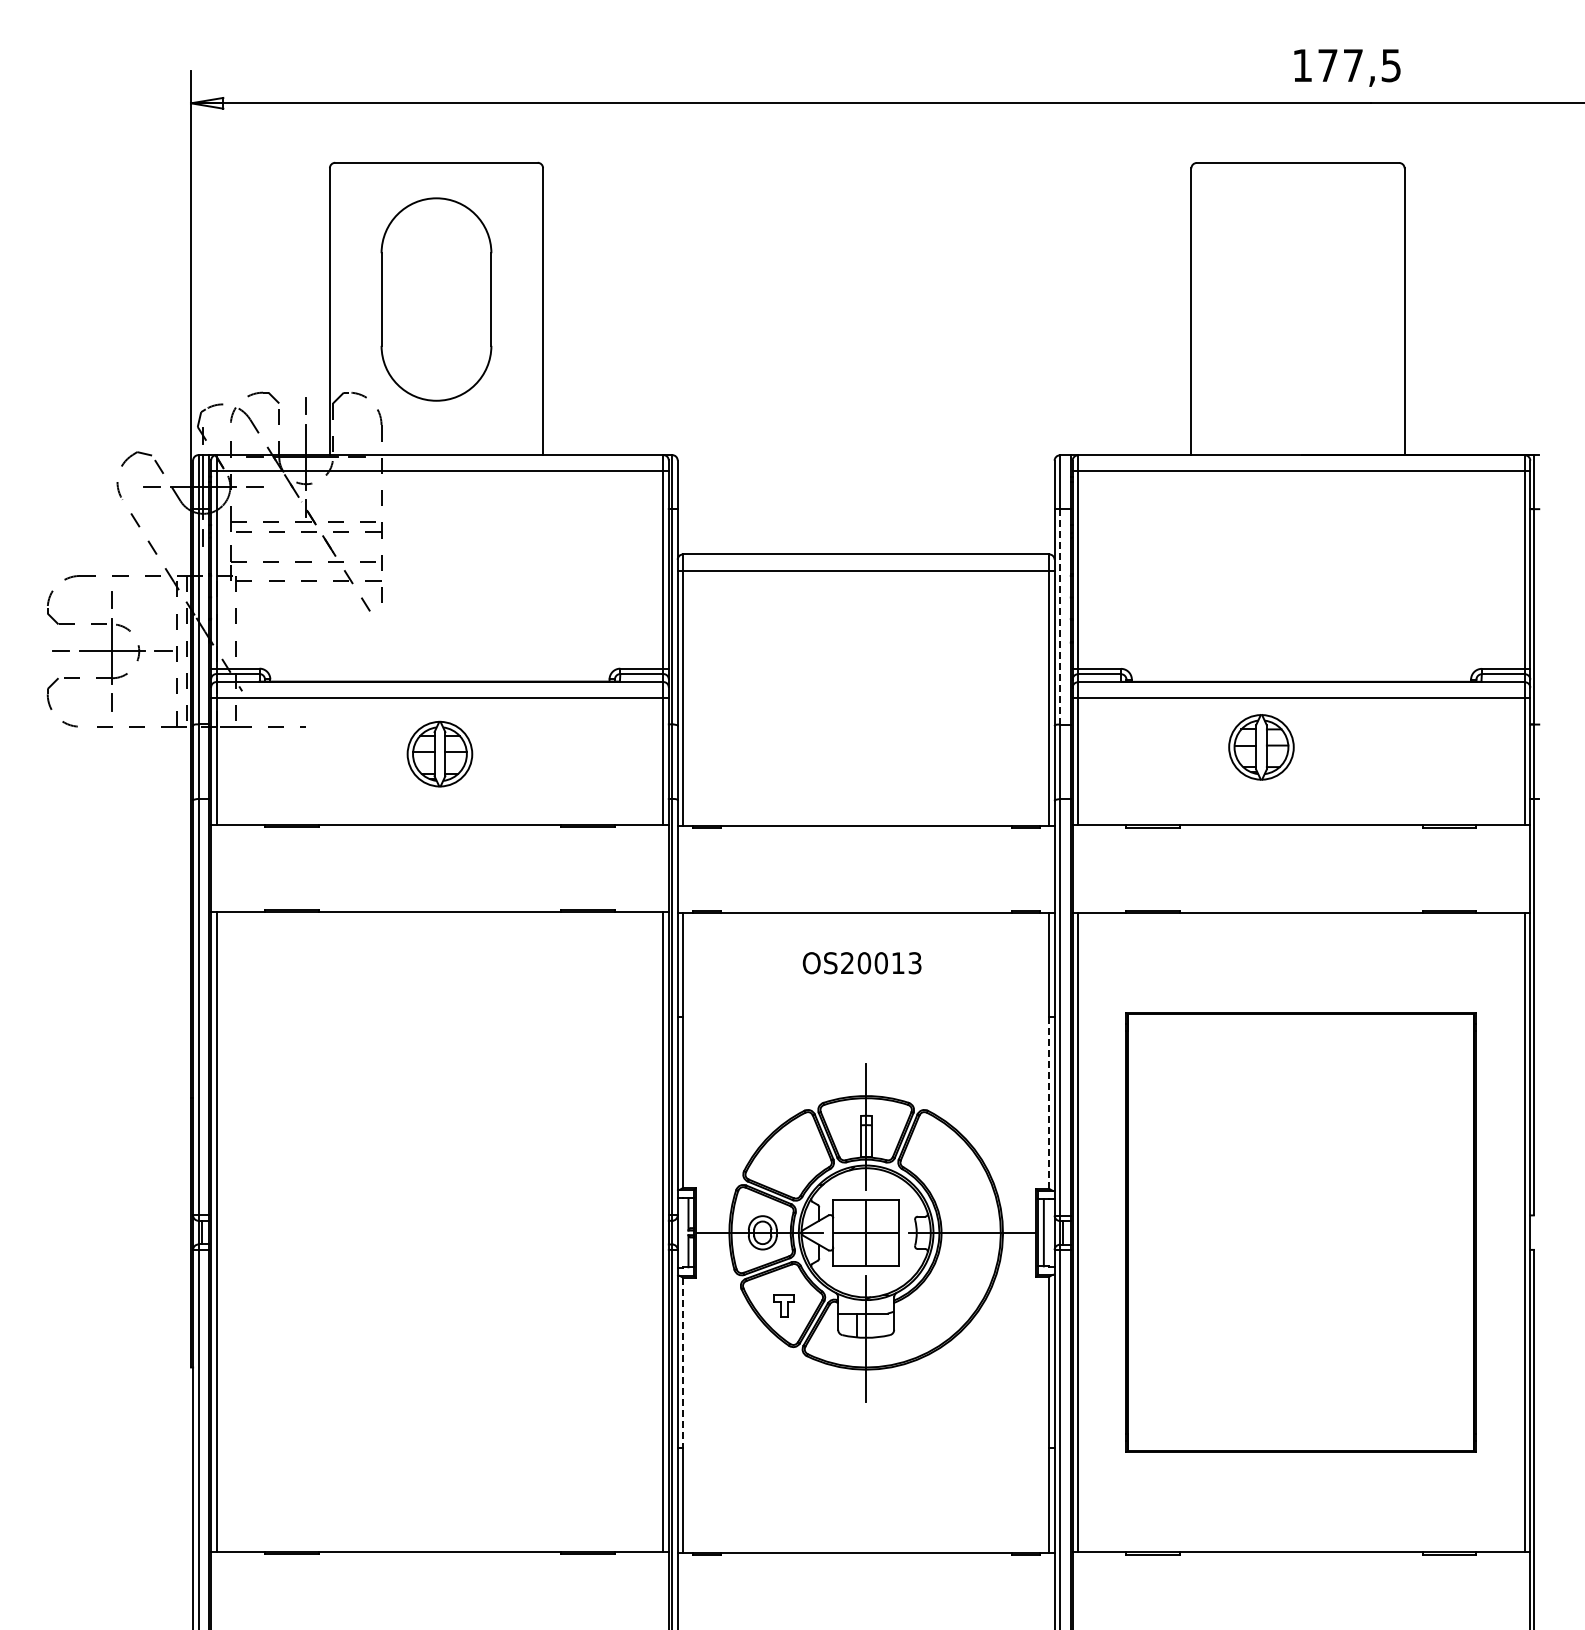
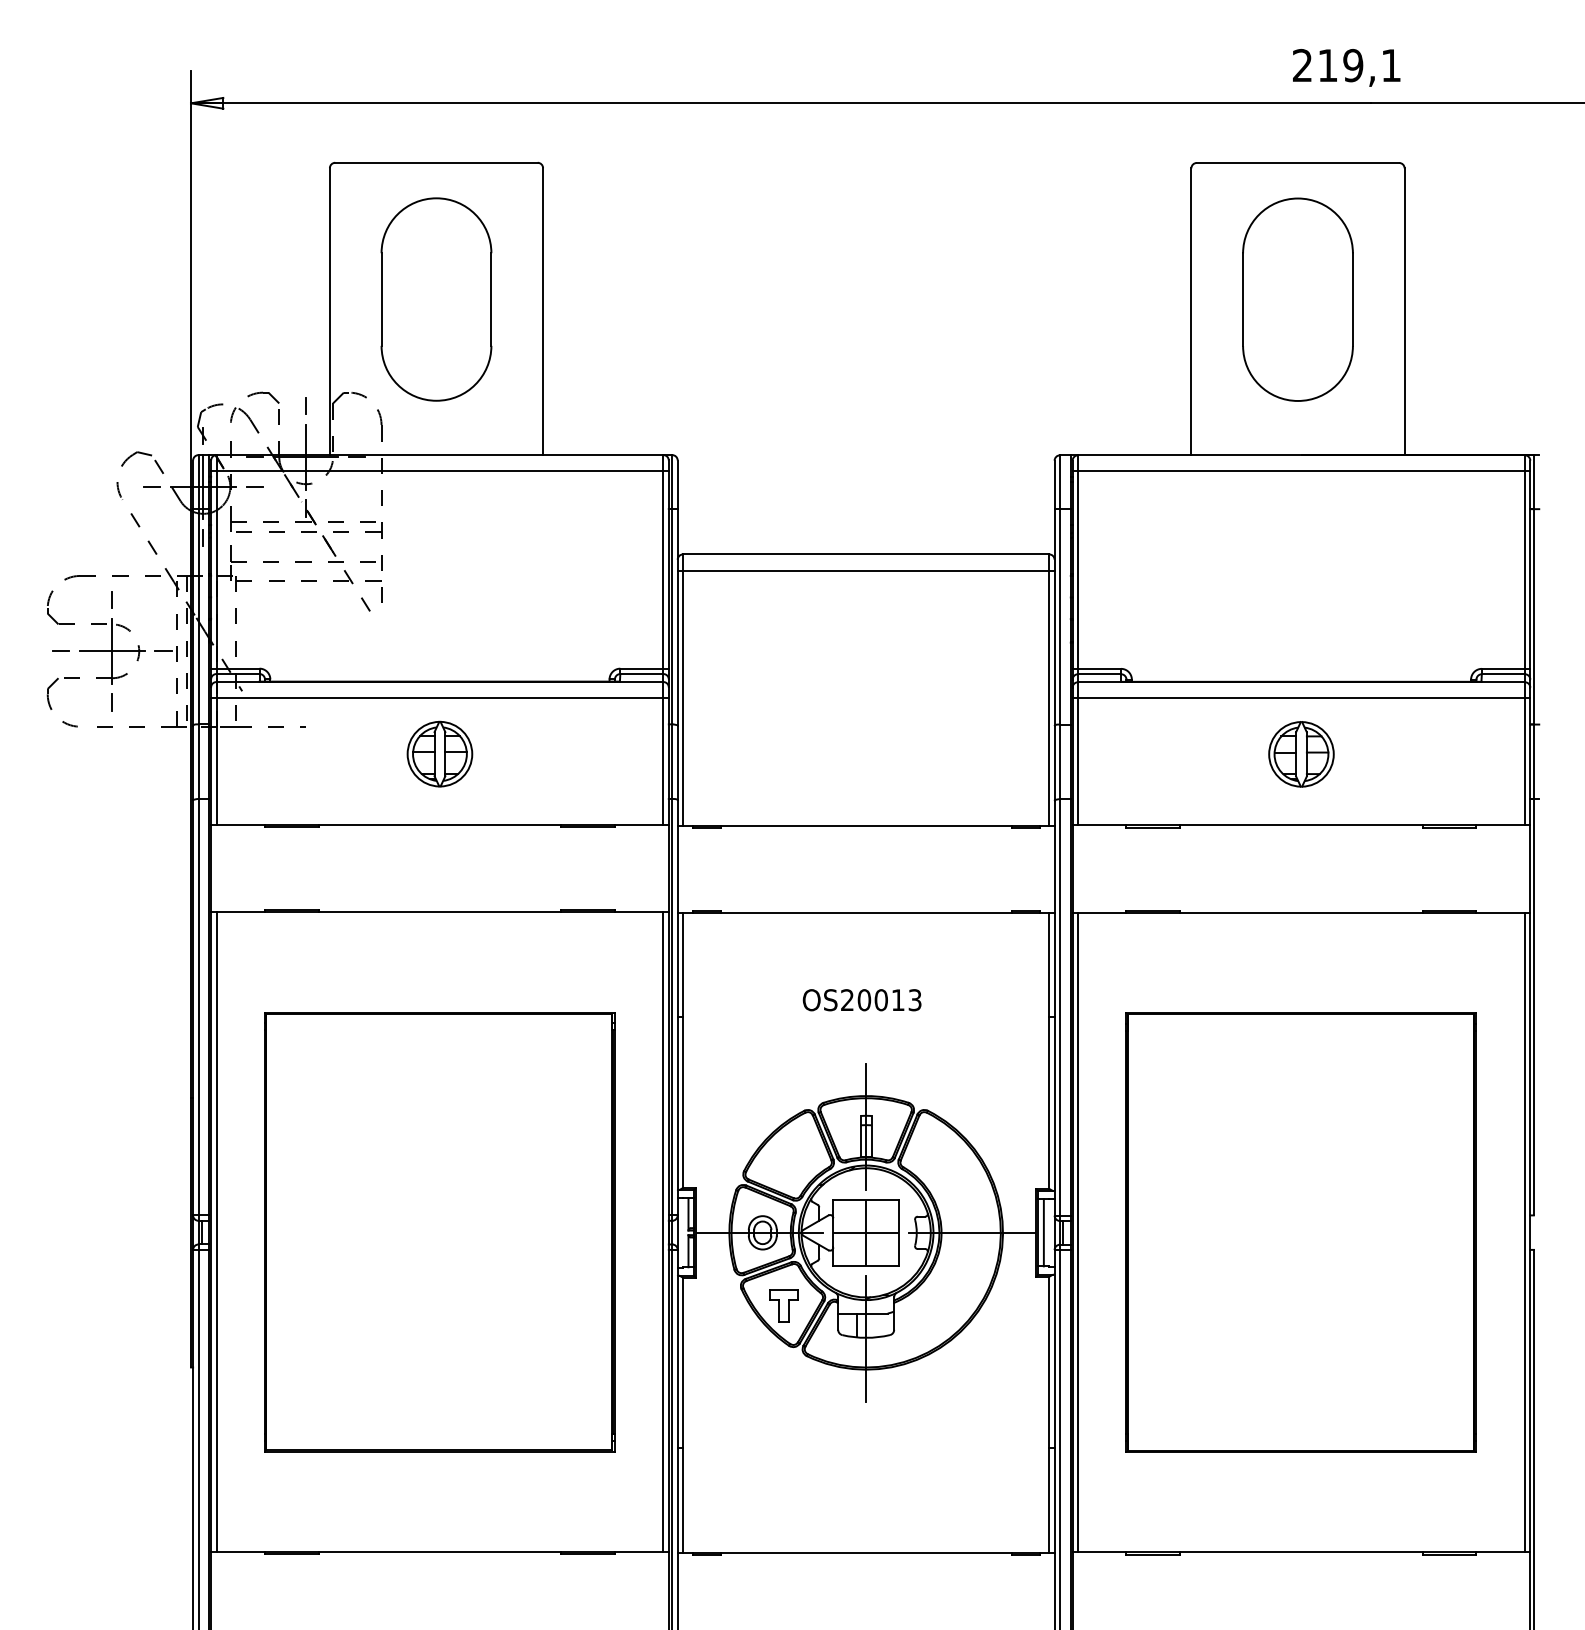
text at (1346, 65): 177,5 -> 219,1
part at (1297, 299): none -> present
line at (1060, 616): dashed -> solid
part at (1261, 747) position: (1261, 747) -> (1301, 754)
text at (861, 963) position: (861, 963) -> (861, 1000)
line at (1049, 1103): dashed -> solid
part at (439, 1232): none -> present
part at (783, 1305) size: 22x24 px -> 30x34 px
line at (683, 1363): dashed -> solid
